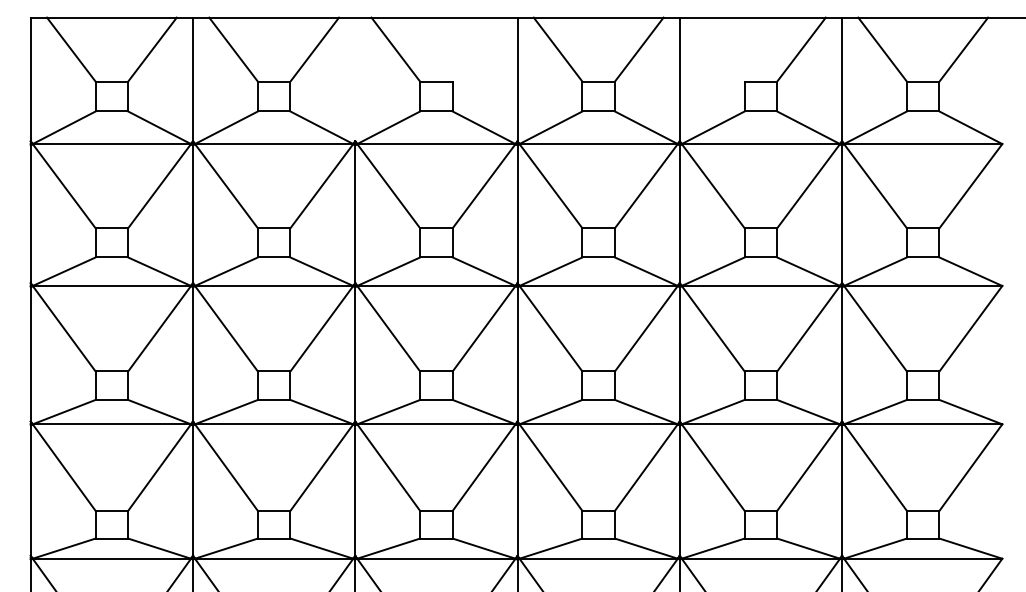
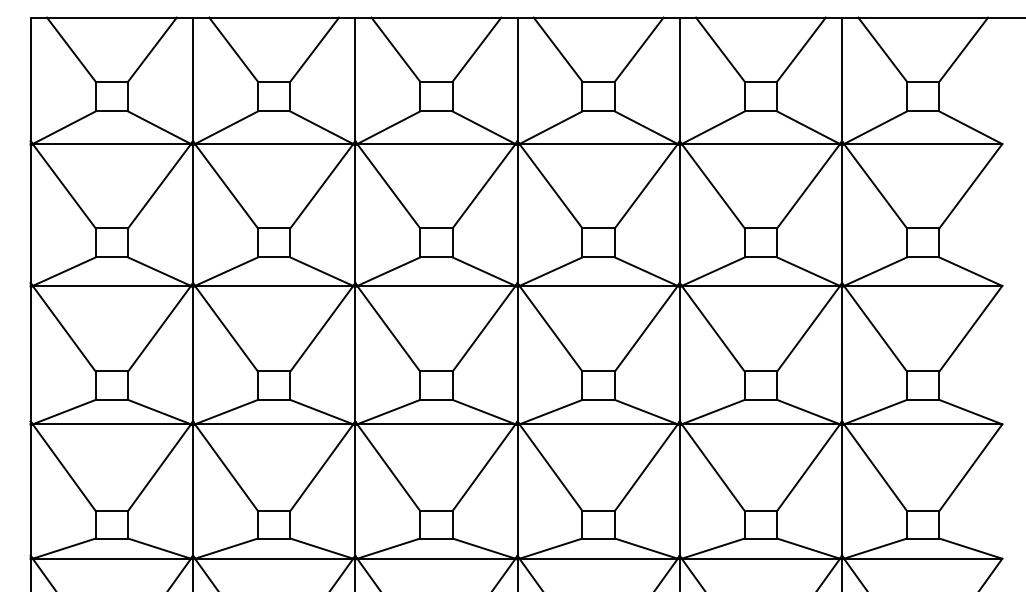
line at (476, 49): none -> present
line at (720, 49): none -> present
line at (355, 79): none -> present
